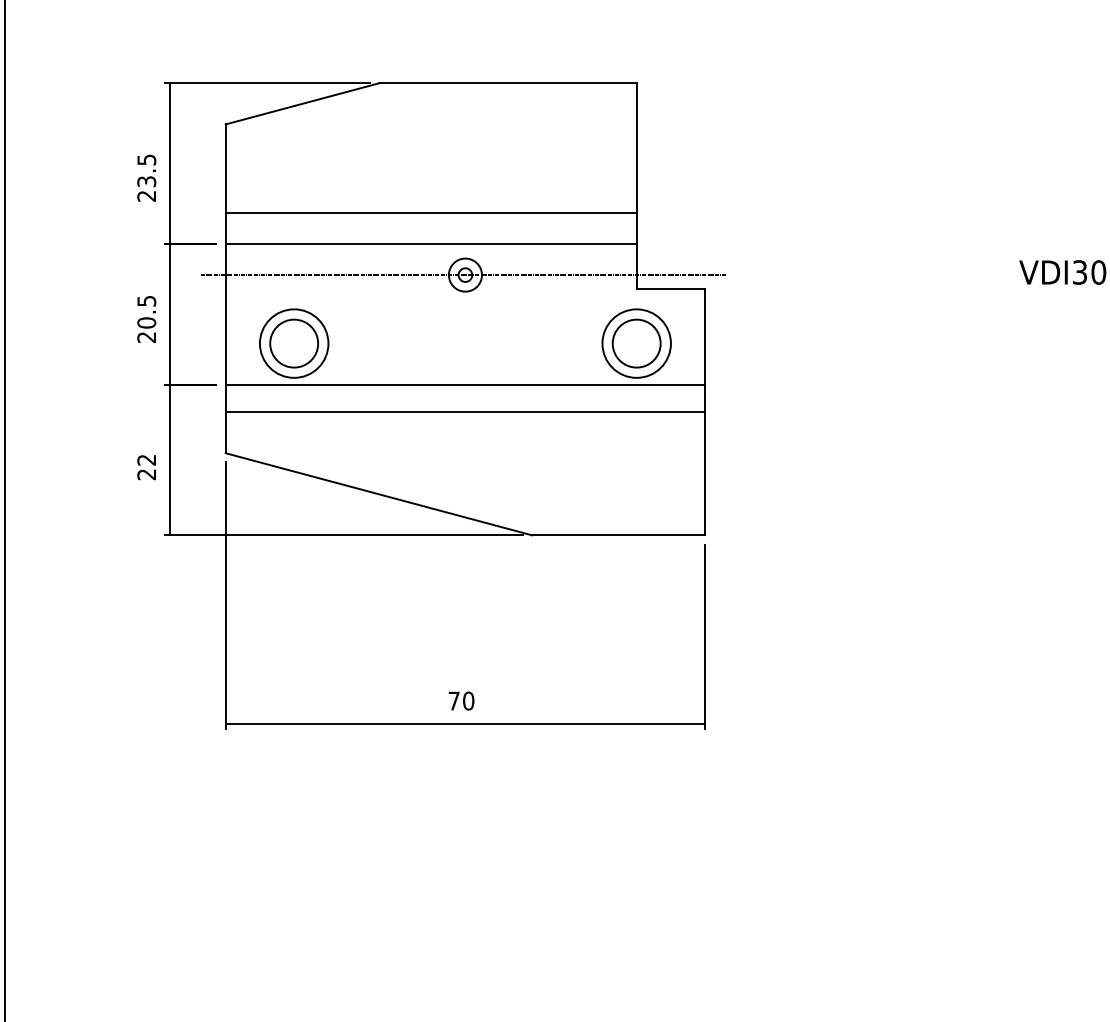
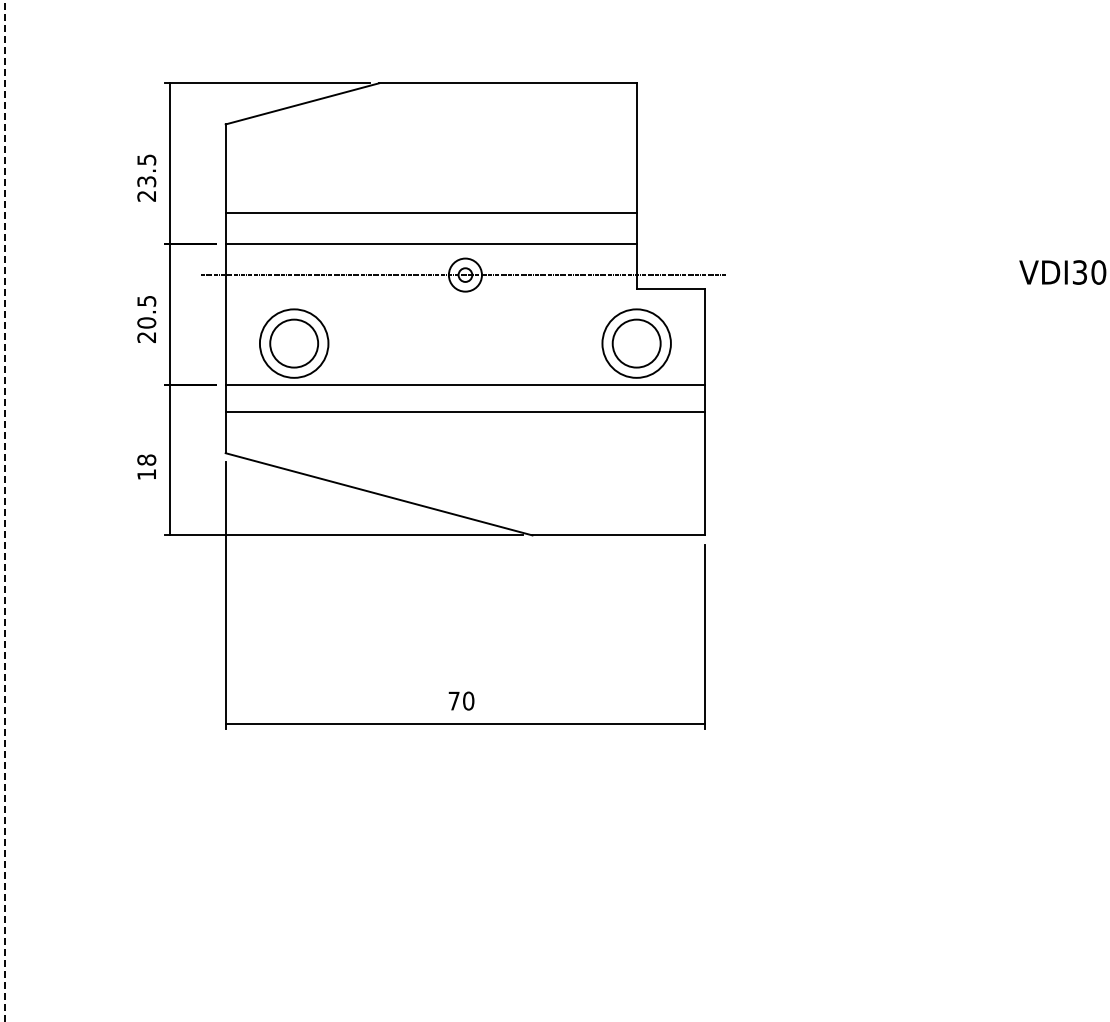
text at (146, 467): 22 -> 18
line at (4, 510): solid -> dashed
